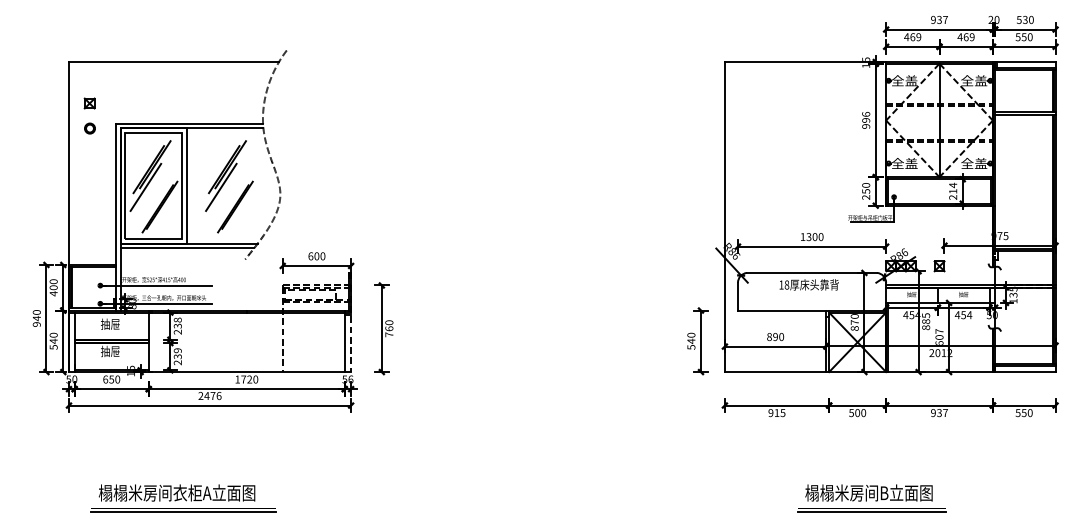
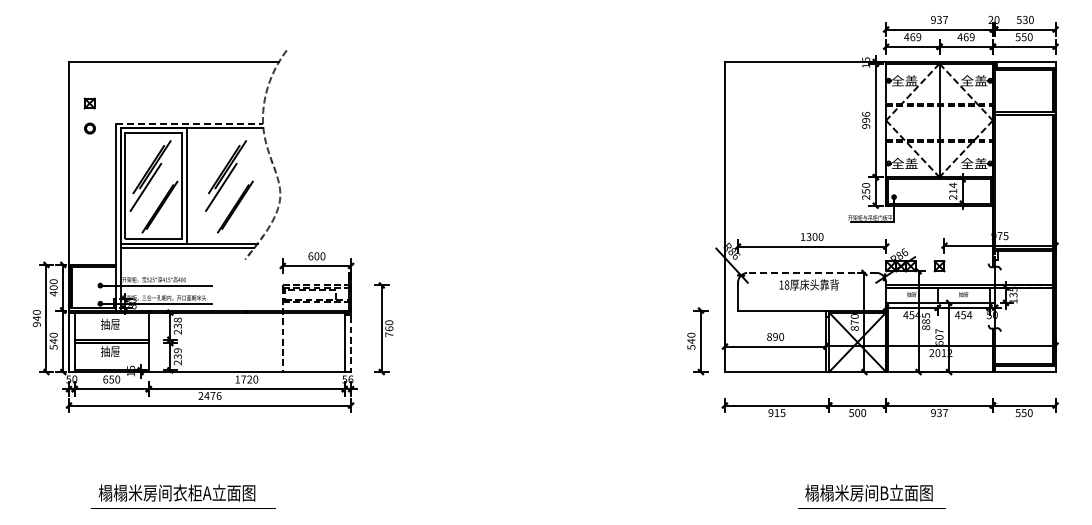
line at (190, 123): solid -> dashed
line at (812, 272): solid -> dashed
line at (183, 511): present -> none
line at (871, 511): present -> none
